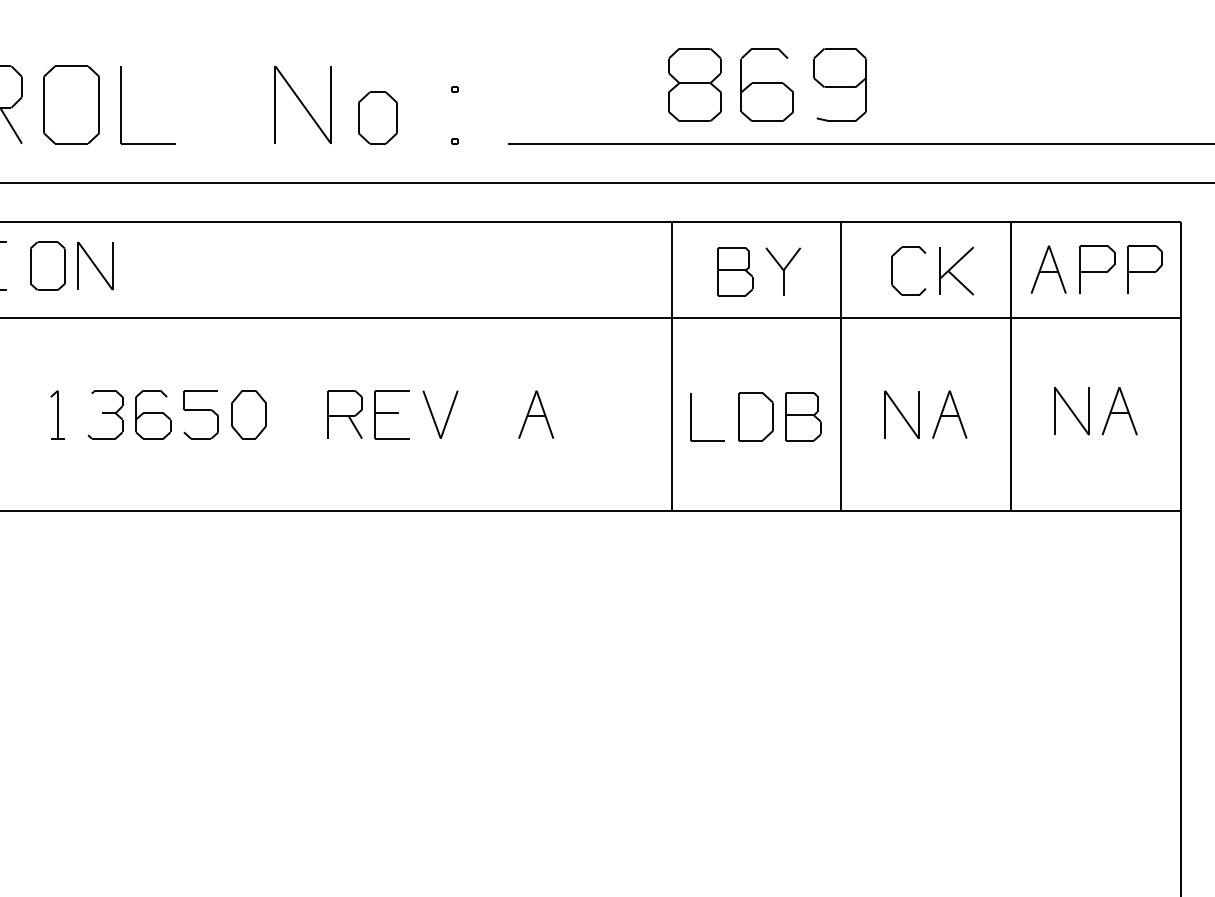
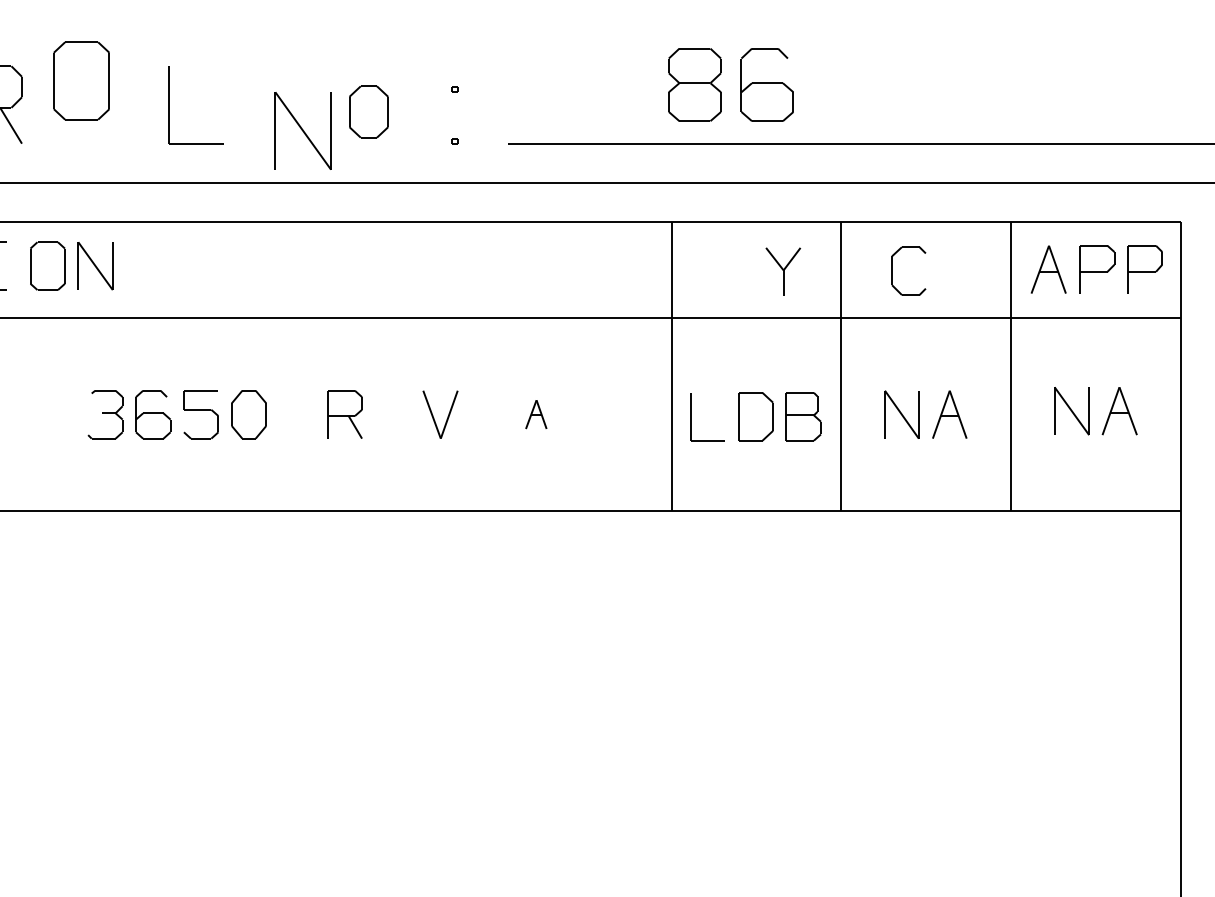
part at (839, 84): present -> none
part at (71, 104) position: (71, 104) -> (81, 80)
part at (302, 104) position: (302, 104) -> (302, 130)
part at (121, 105) position: (121, 105) -> (169, 105)
part at (377, 117) position: (377, 117) -> (368, 111)
part at (956, 270): present -> none
part at (735, 271): present -> none
part at (57, 414): present -> none
part at (391, 414): present -> none
part at (536, 414) size: 37x49 px -> 23x30 px
